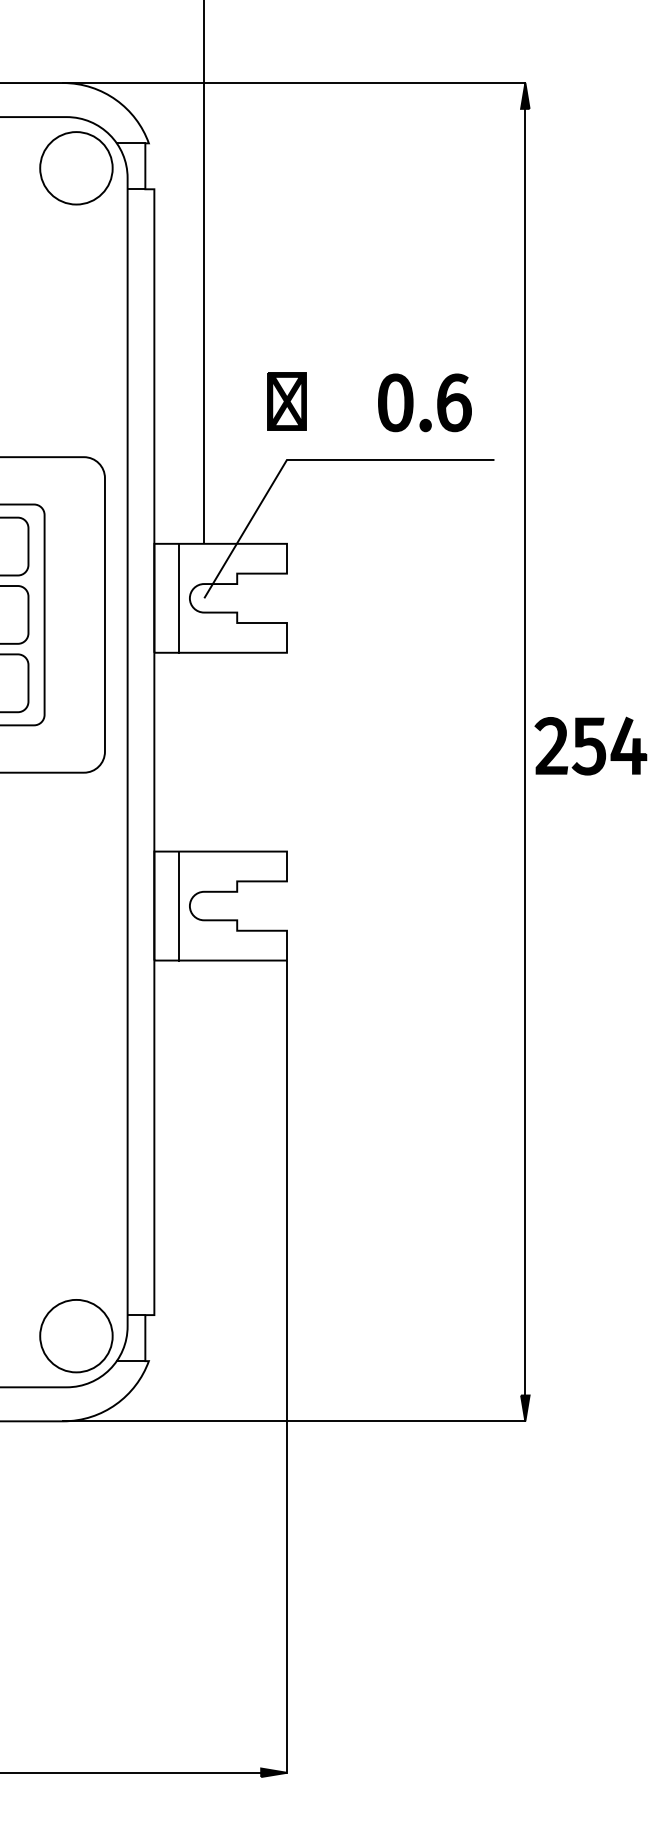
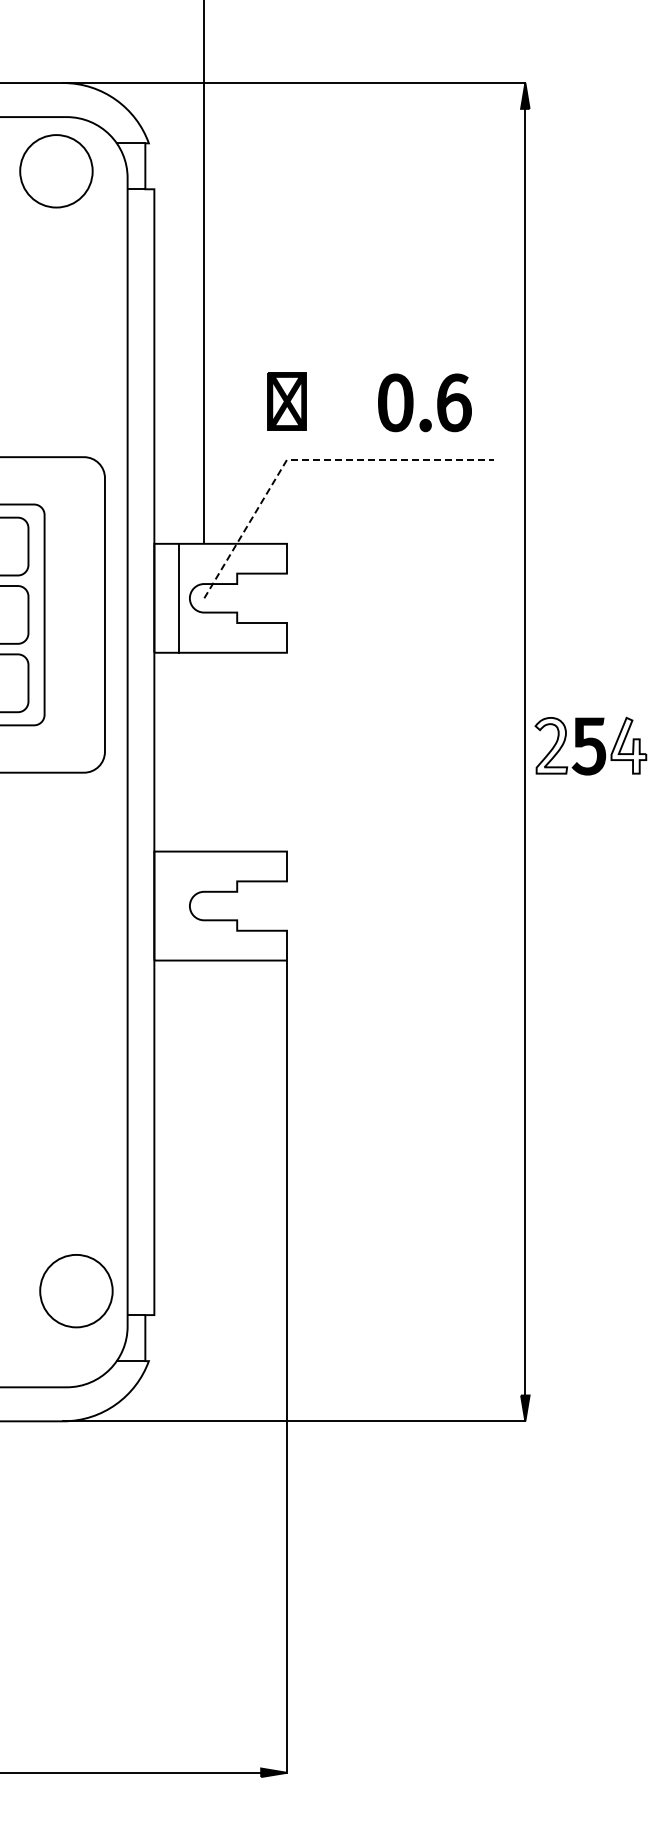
circle at (76, 168) position: (76, 168) -> (56, 171)
line at (309, 459): solid -> dashed
fill at (551, 745): present -> none
fill at (628, 745): present -> none
line at (179, 905): present -> none
circle at (76, 1336) position: (76, 1336) -> (76, 1291)
